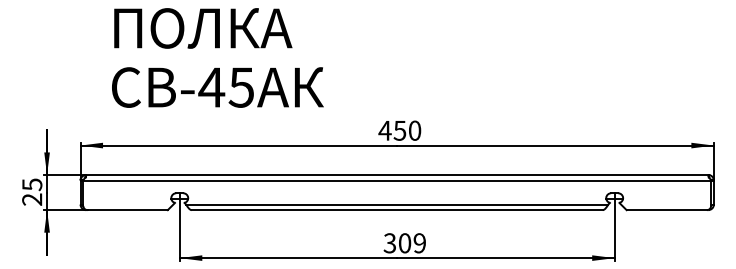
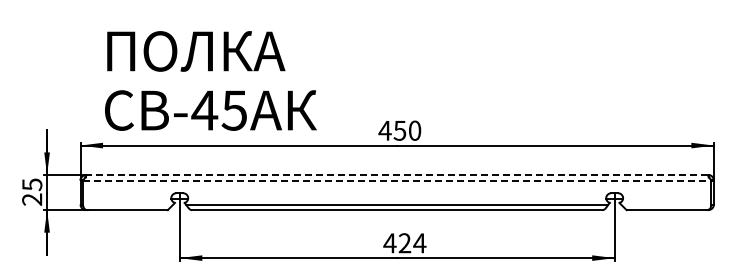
text at (217, 57) position: (217, 57) -> (210, 80)
line at (396, 174): solid -> dashed
line at (397, 180): solid -> dashed
text at (404, 243): 309 -> 424
